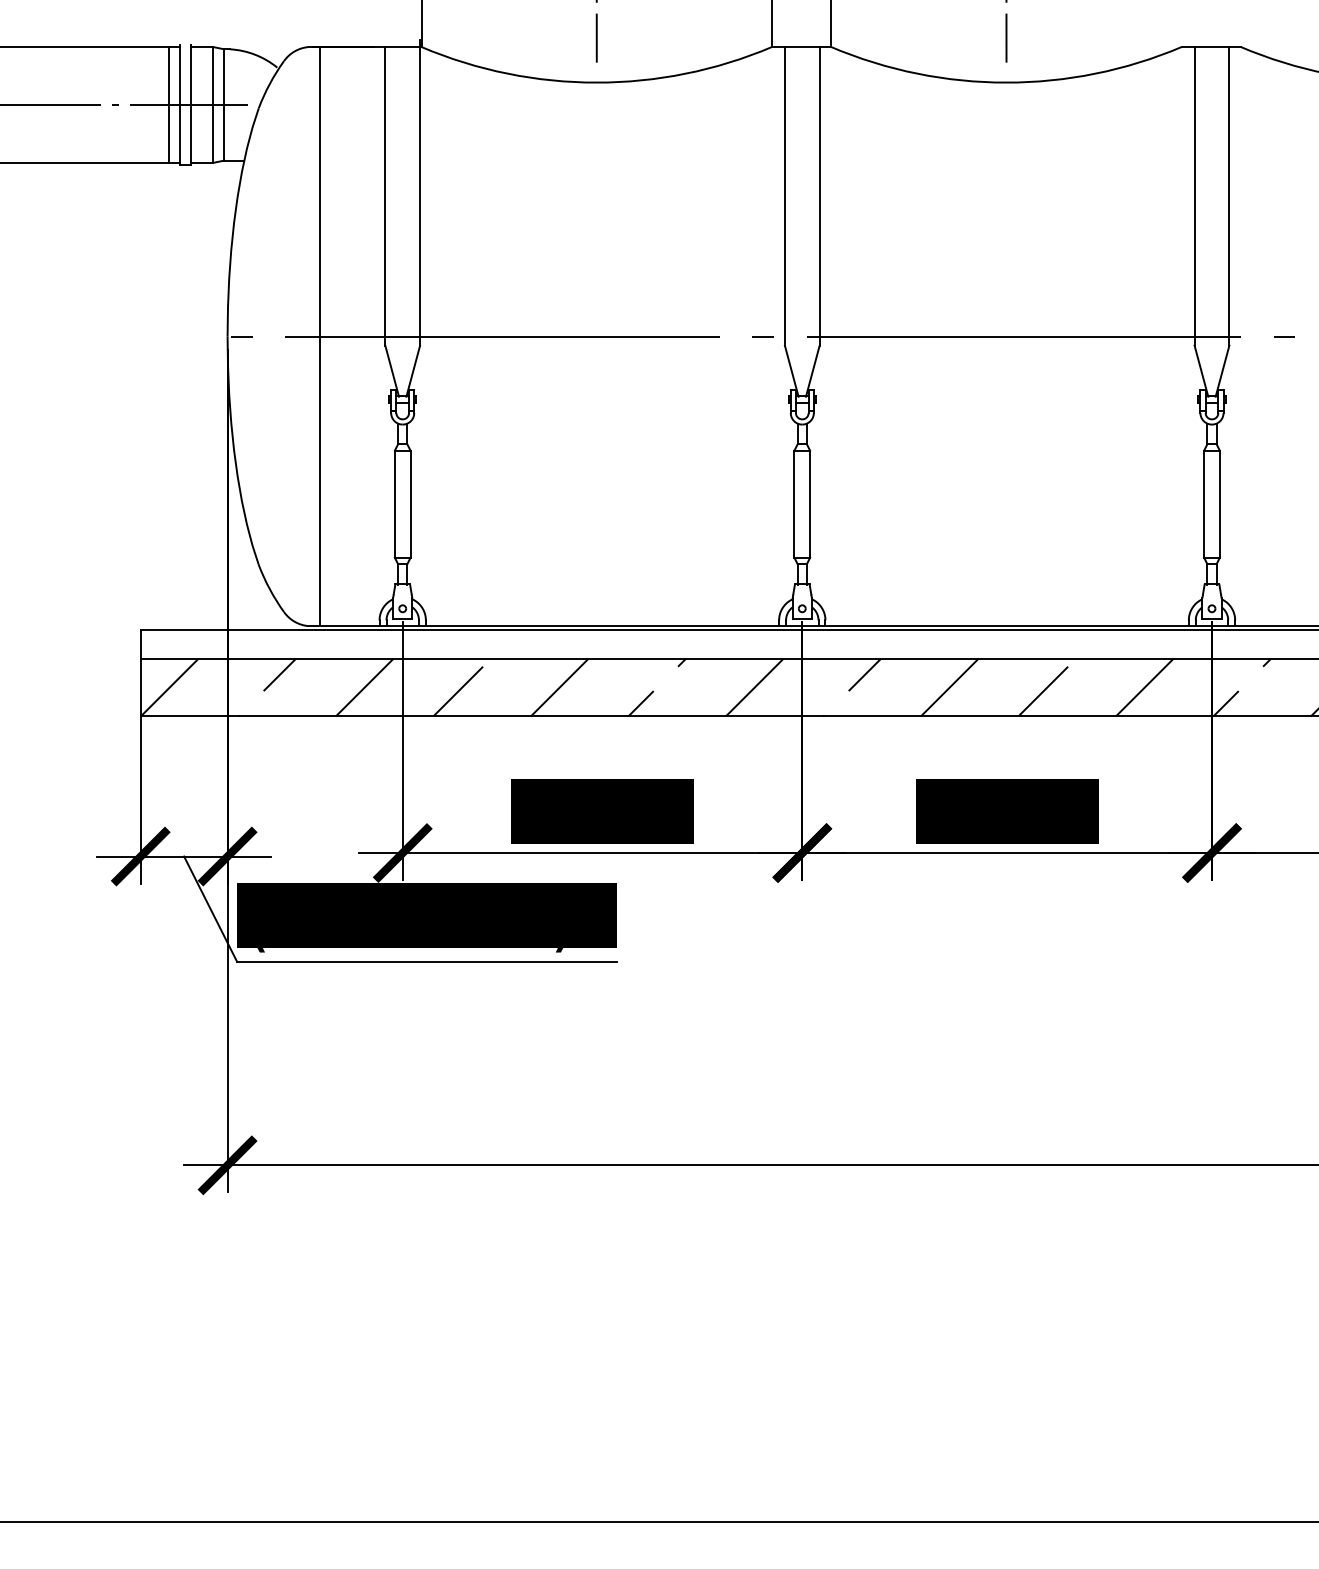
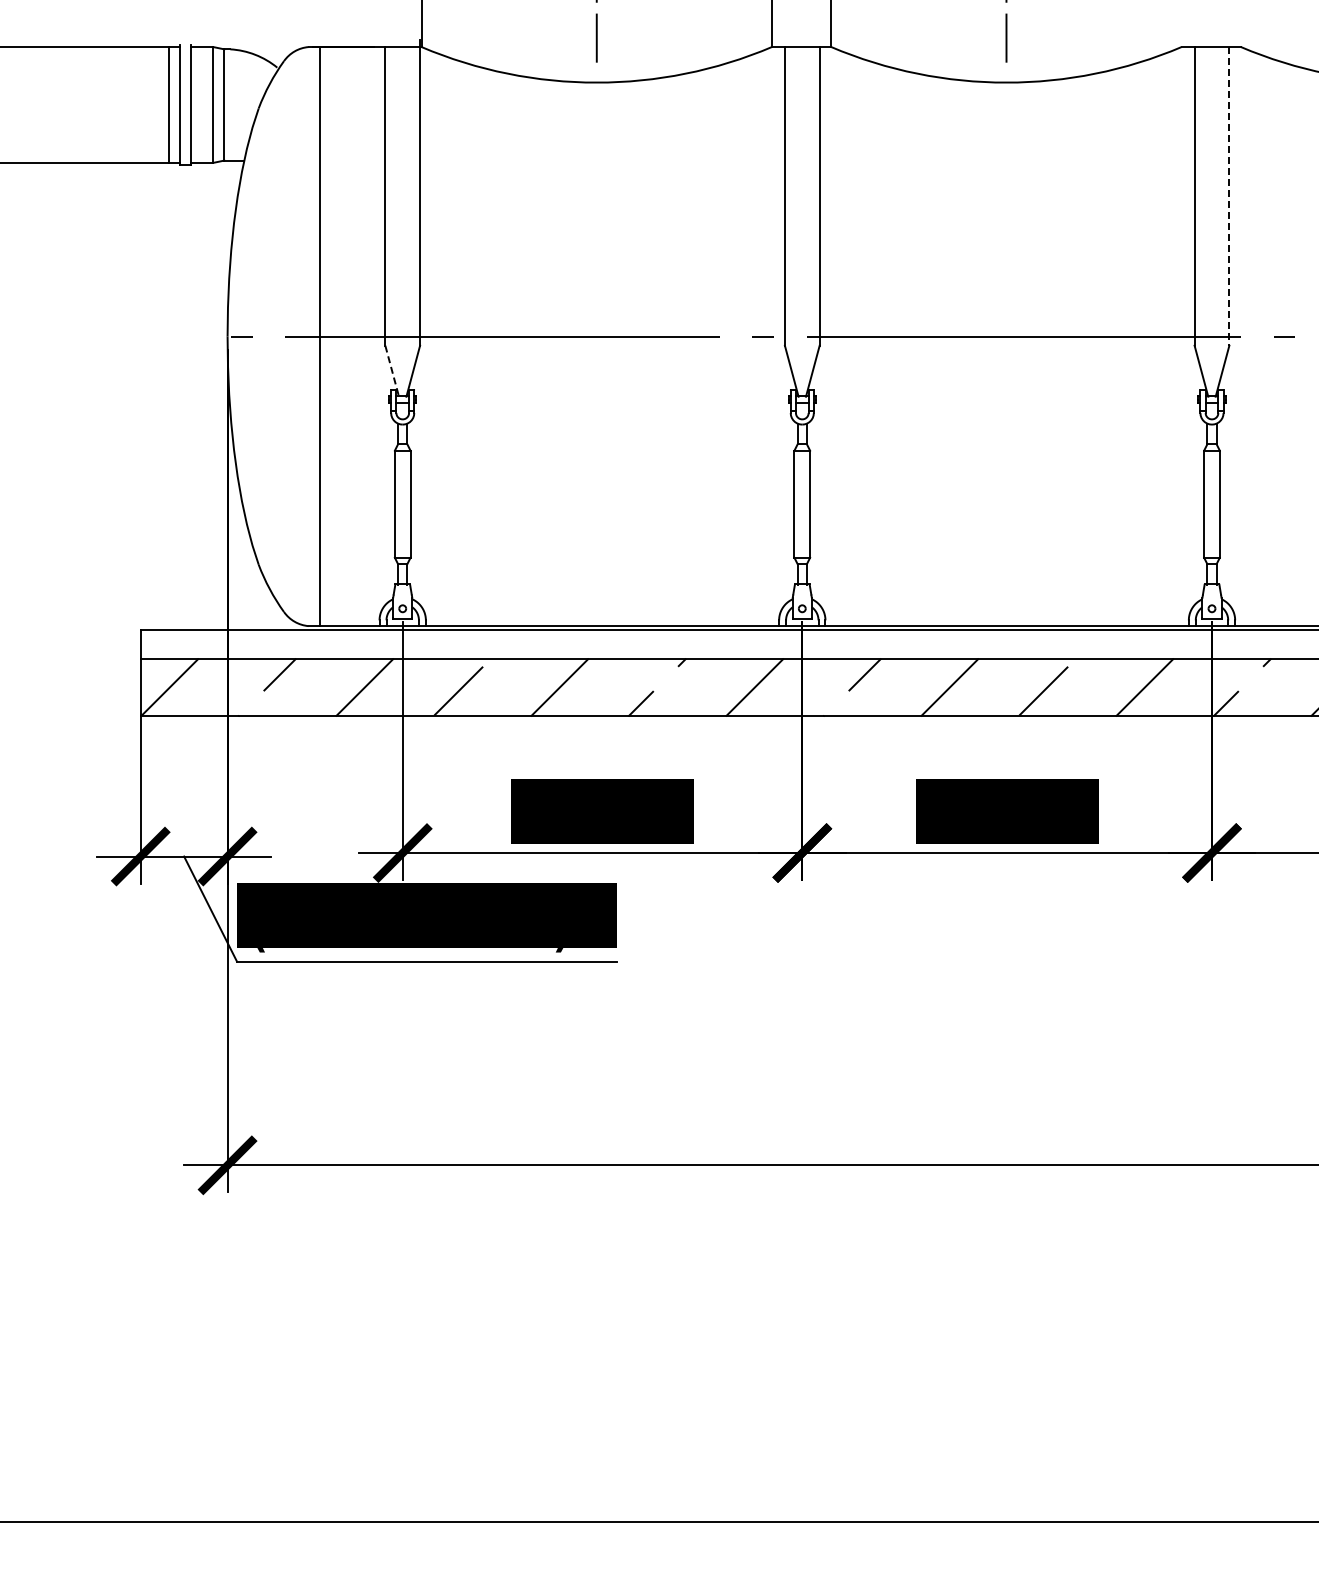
line at (124, 104): present -> none
line at (1229, 196): solid -> dashed
line at (392, 371): solid -> dashed
